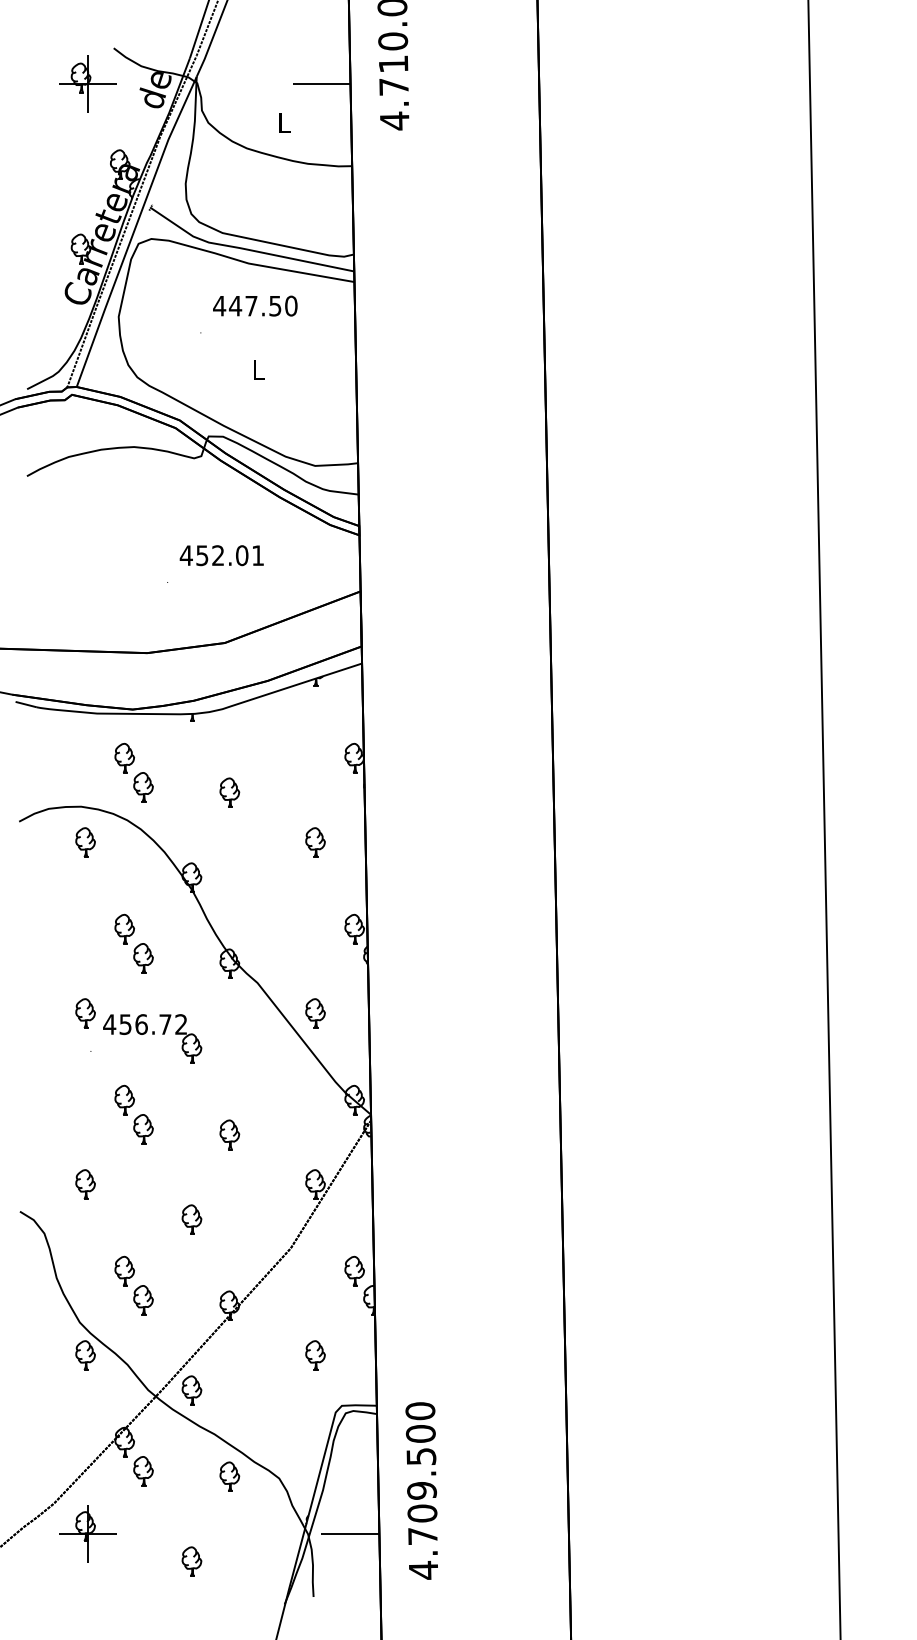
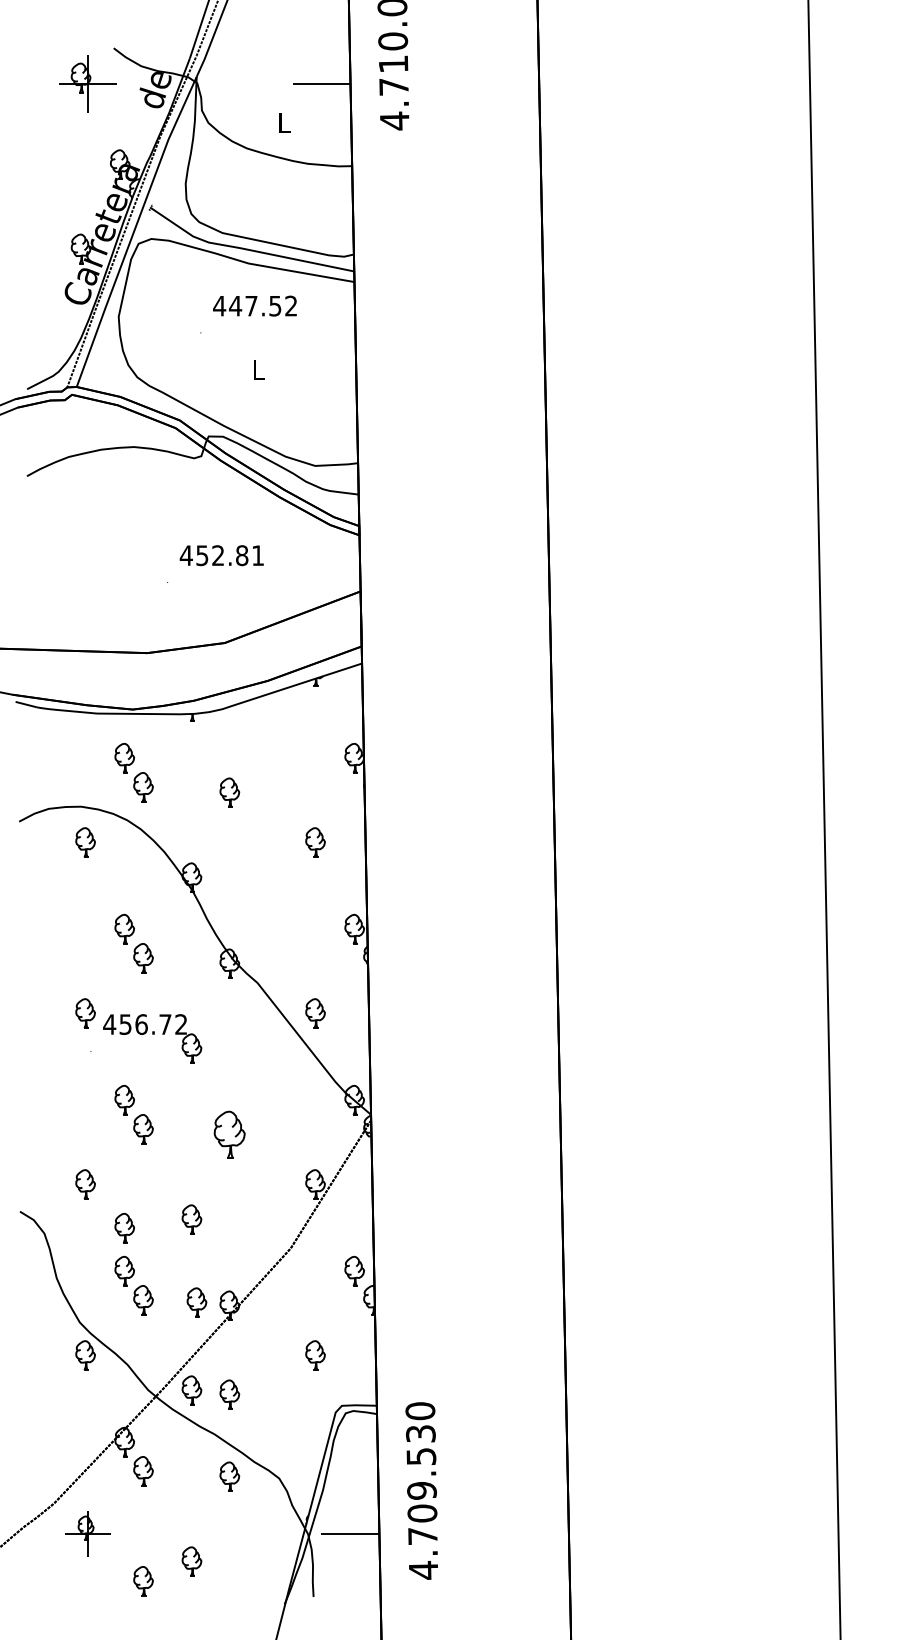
text at (291, 305): 447.50 -> 447.52
text at (242, 555): 452.01 -> 452.81
part at (229, 1134) size: 22x32 px -> 33x49 px
part at (124, 1227): none -> present
part at (196, 1302): none -> present
part at (229, 1394): none -> present
text at (420, 1433): 4.709.500 -> 4.709.530
part at (87, 1533) size: 58x58 px -> 46x46 px
part at (143, 1581): none -> present
